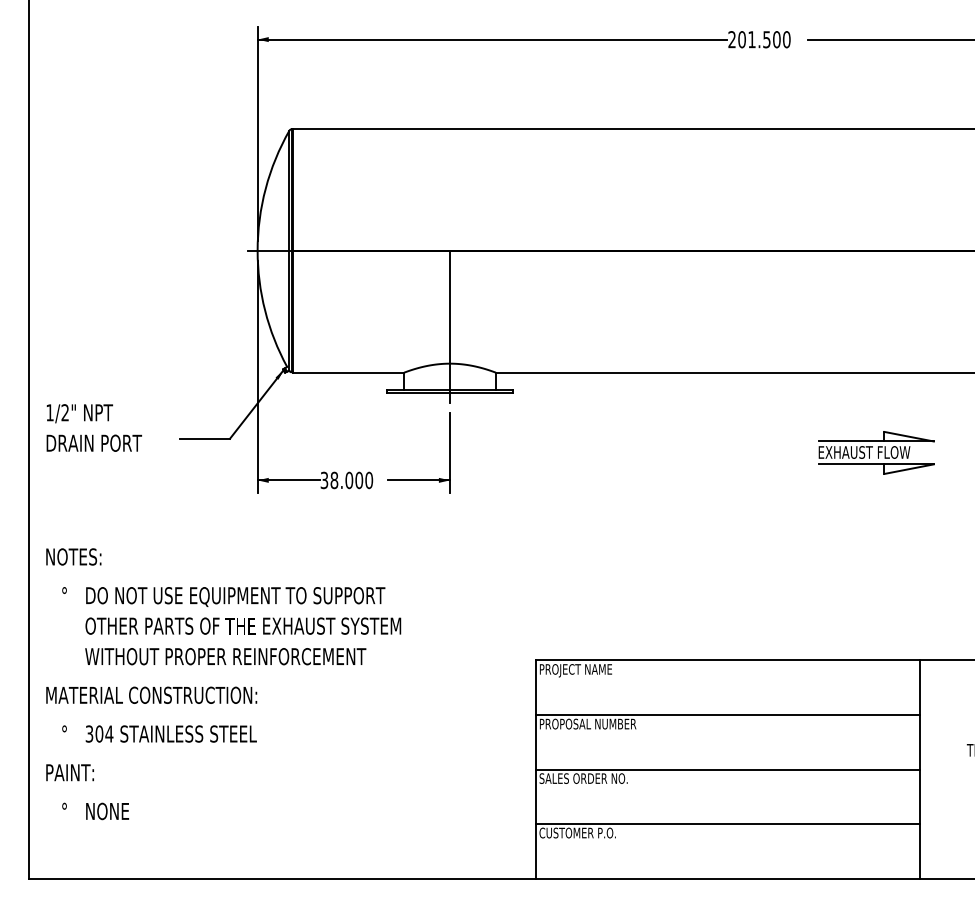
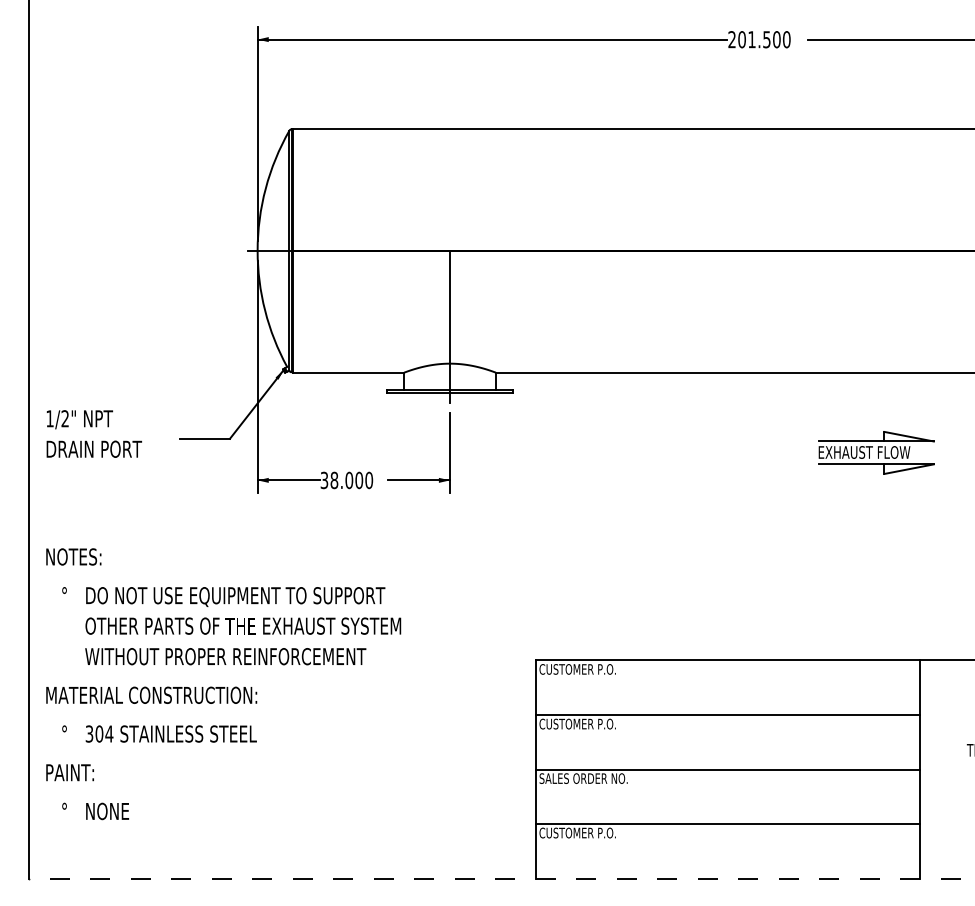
text at (93, 427) position: (93, 427) -> (93, 433)
text at (577, 670): PROJECT NAME -> CUSTOMER P.O.
text at (587, 723): PROPOSAL NUMBER -> CUSTOMER P.O.
line at (502, 879): solid -> dashed
